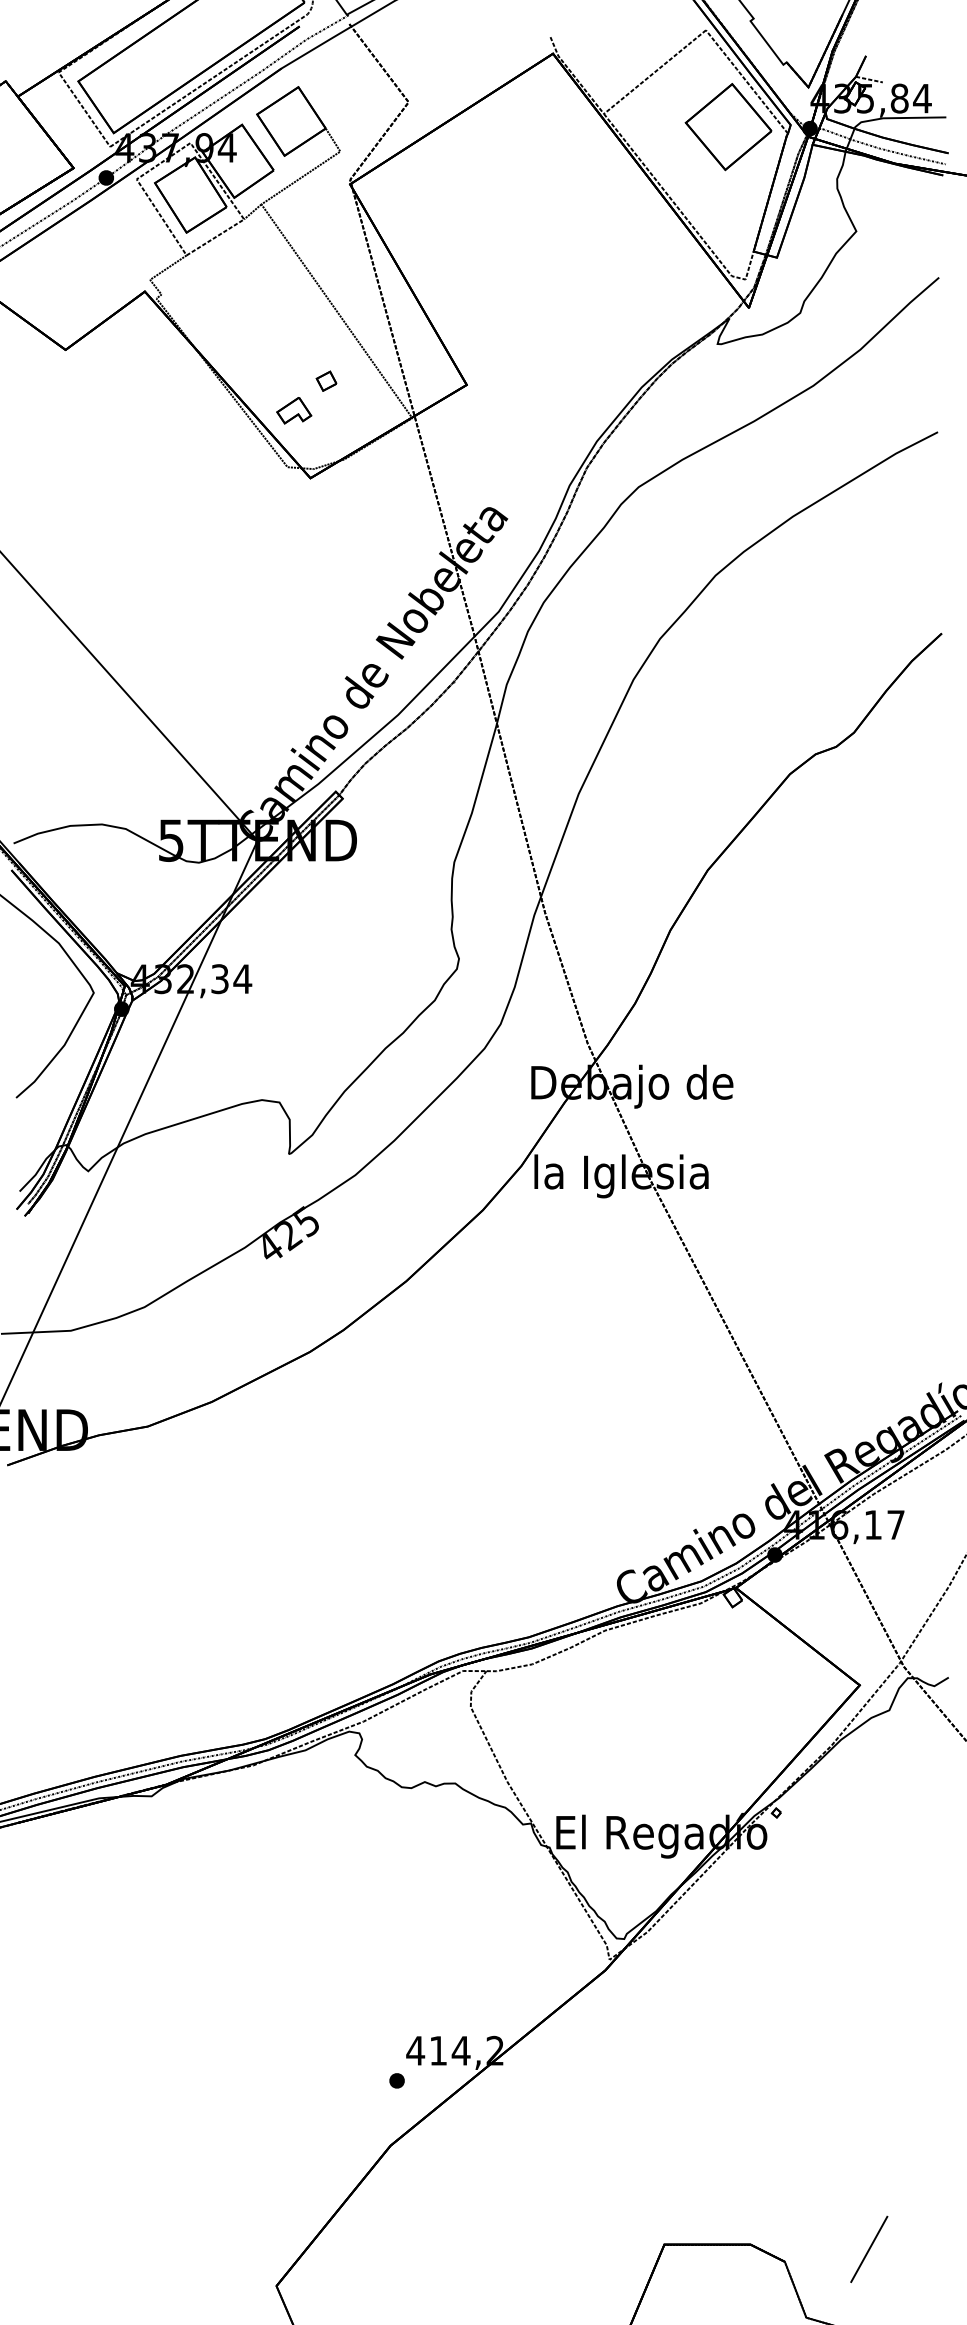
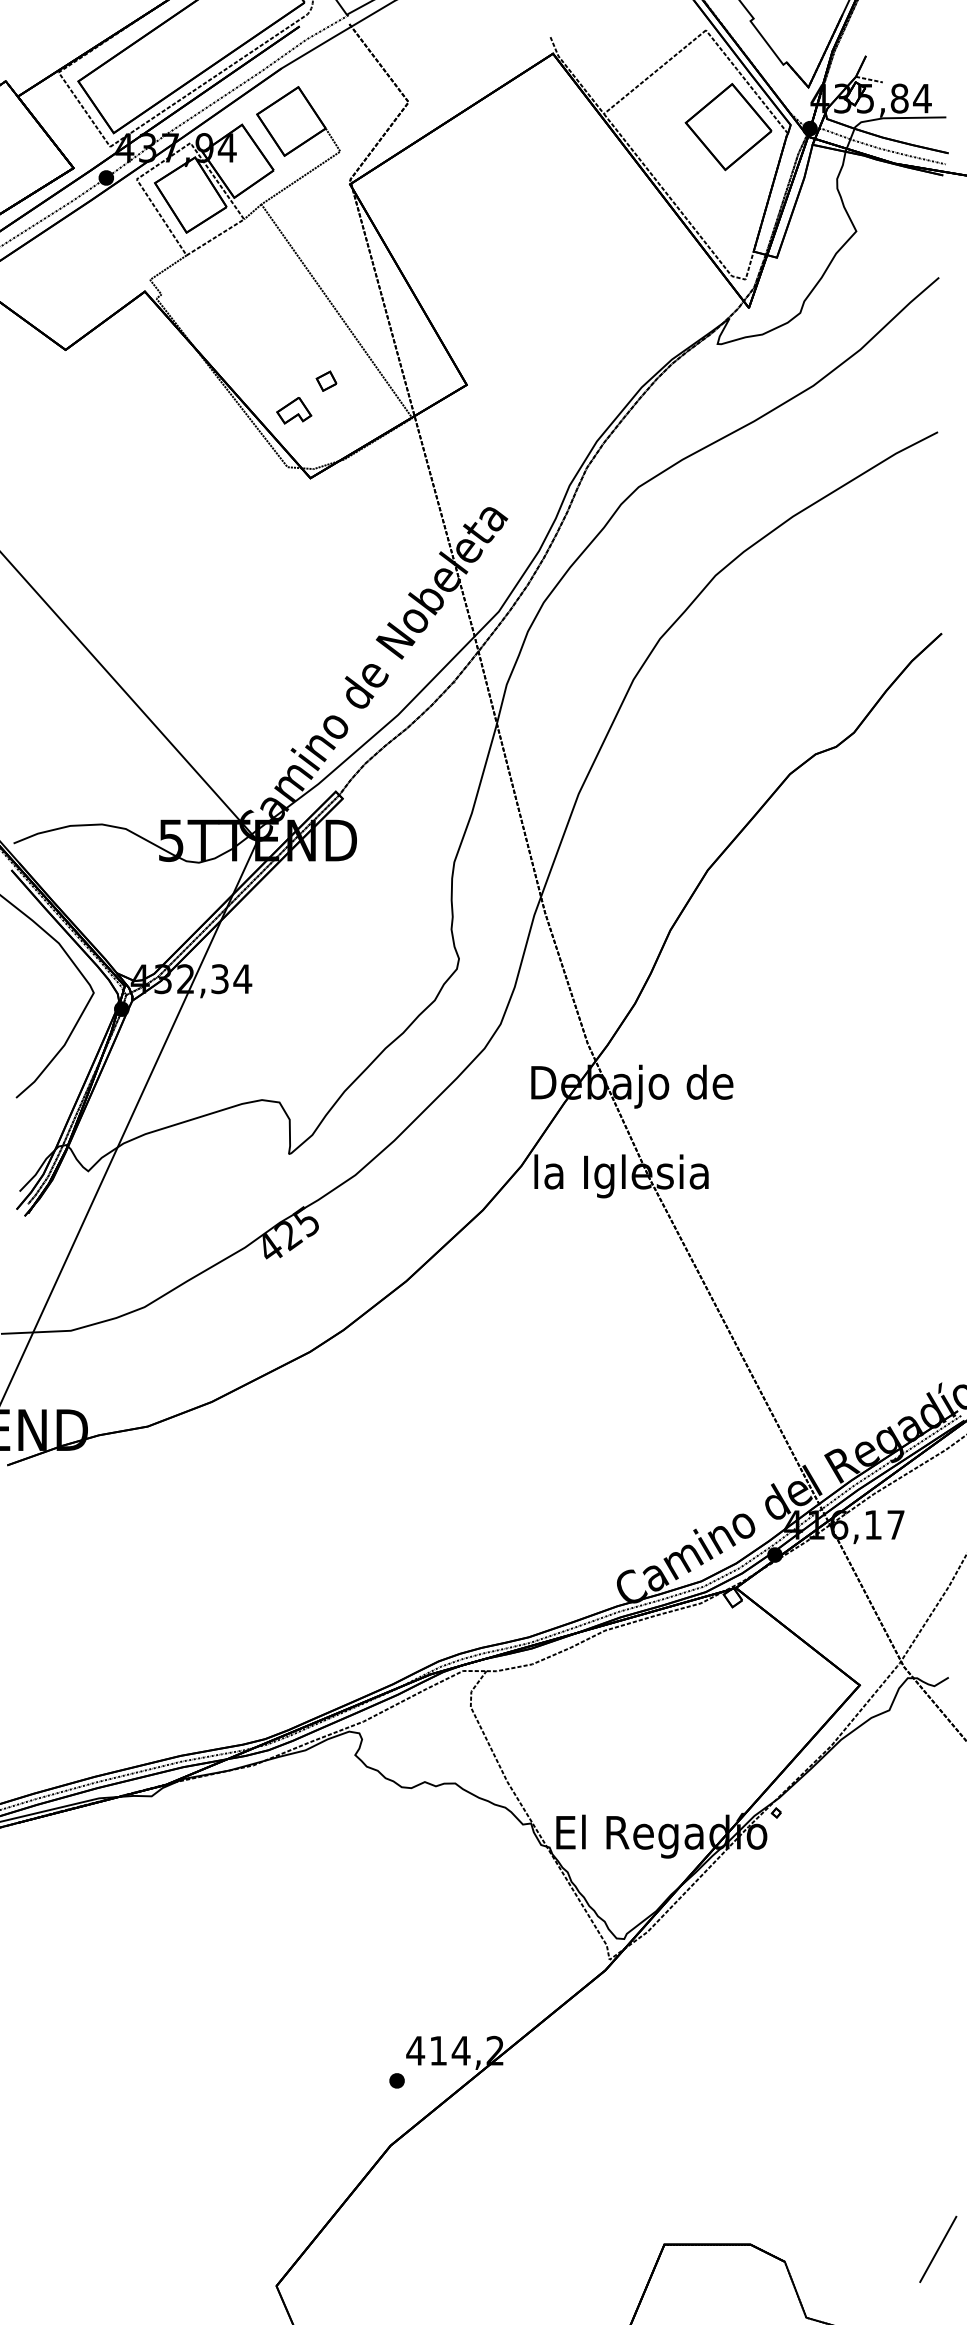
line at (869, 2248) position: (869, 2248) -> (938, 2248)
